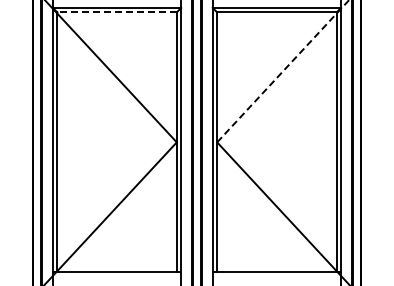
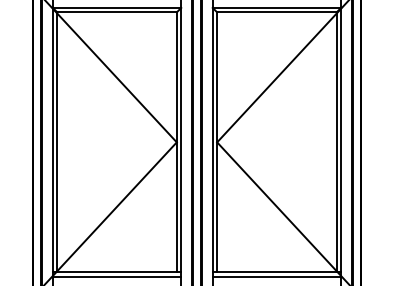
line at (117, 12): dashed -> solid
line at (283, 70): dashed -> solid
line at (116, 276): none -> present
line at (276, 276): none -> present
